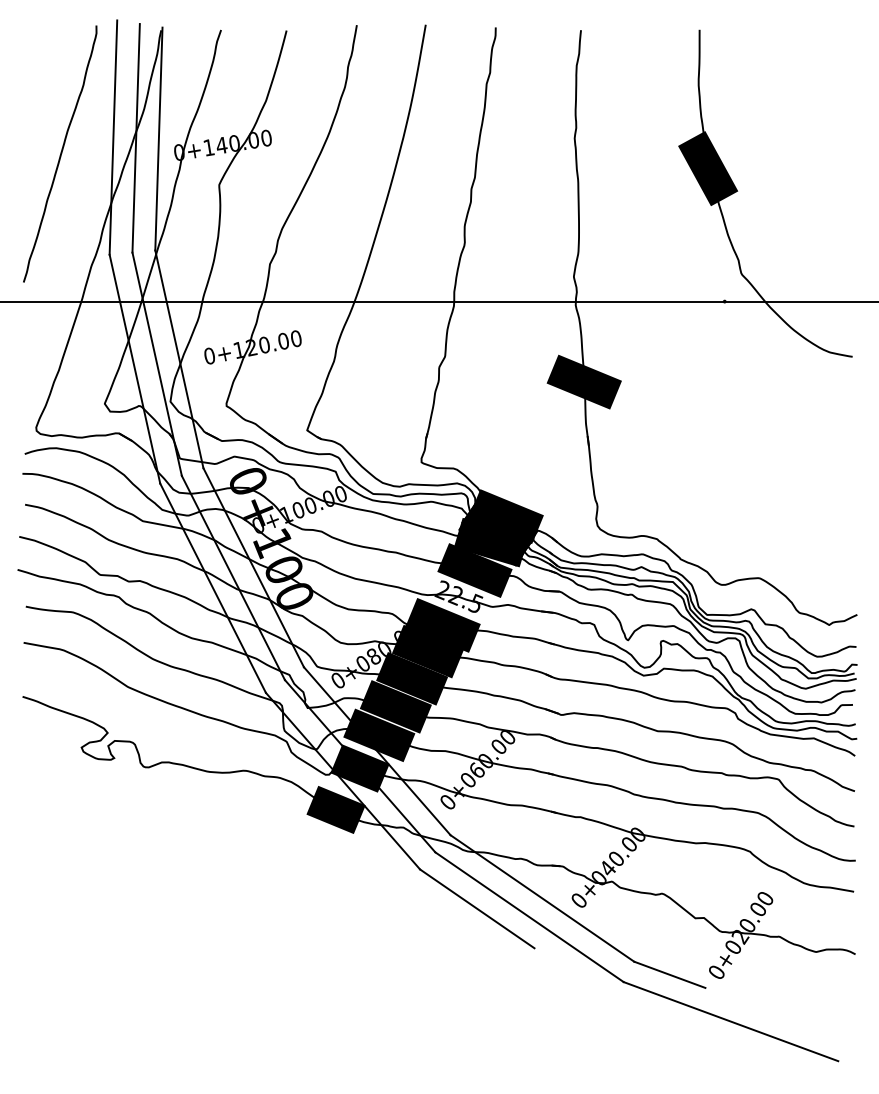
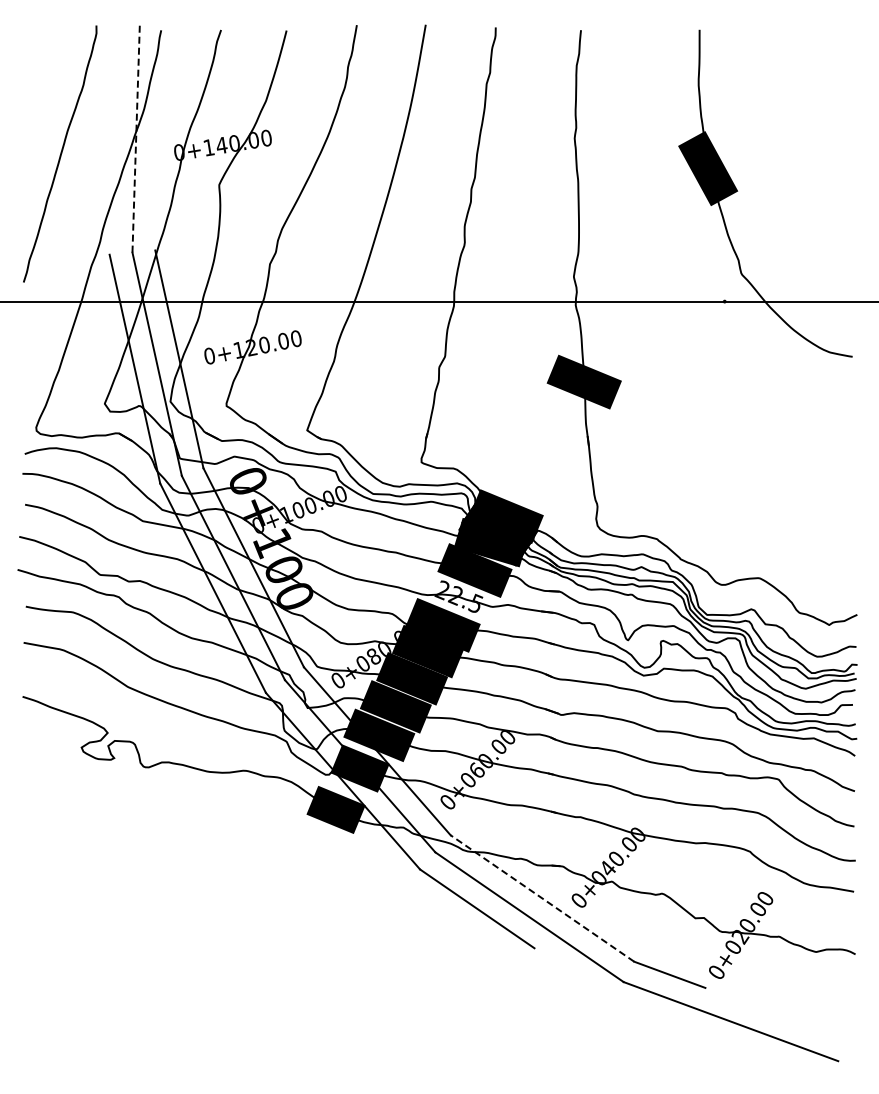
line at (113, 137): present -> none
line at (136, 137): solid -> dashed
line at (158, 138): present -> none
line at (542, 898): solid -> dashed
